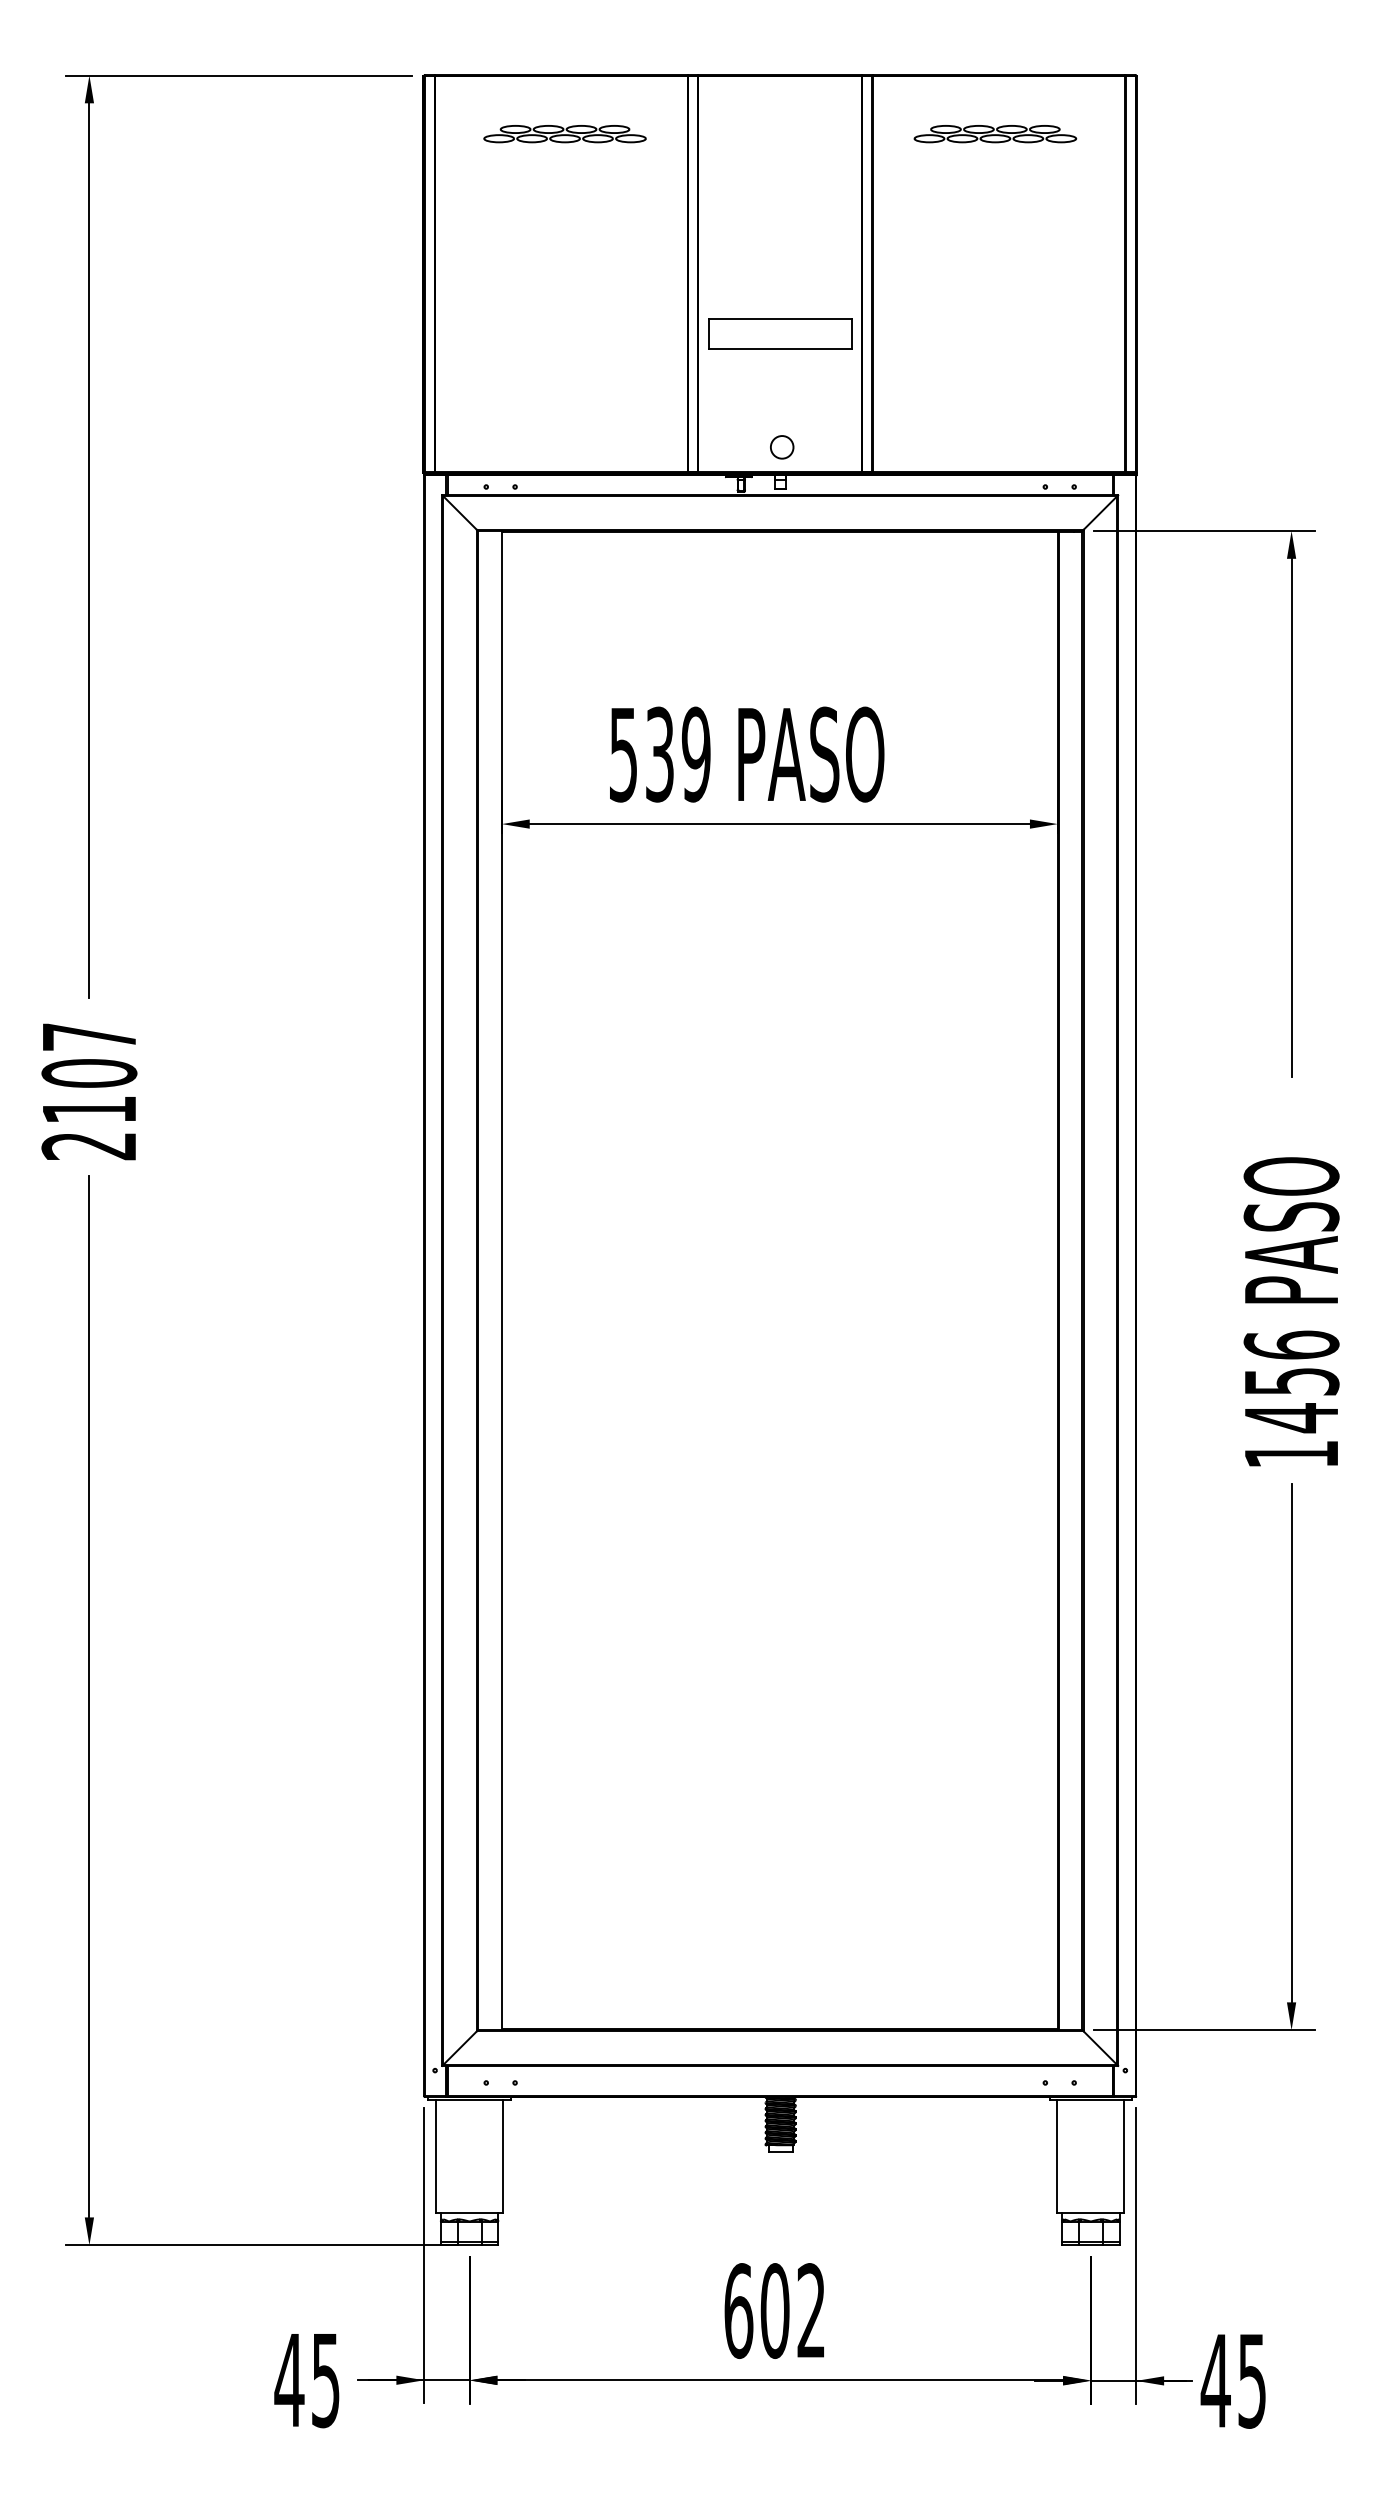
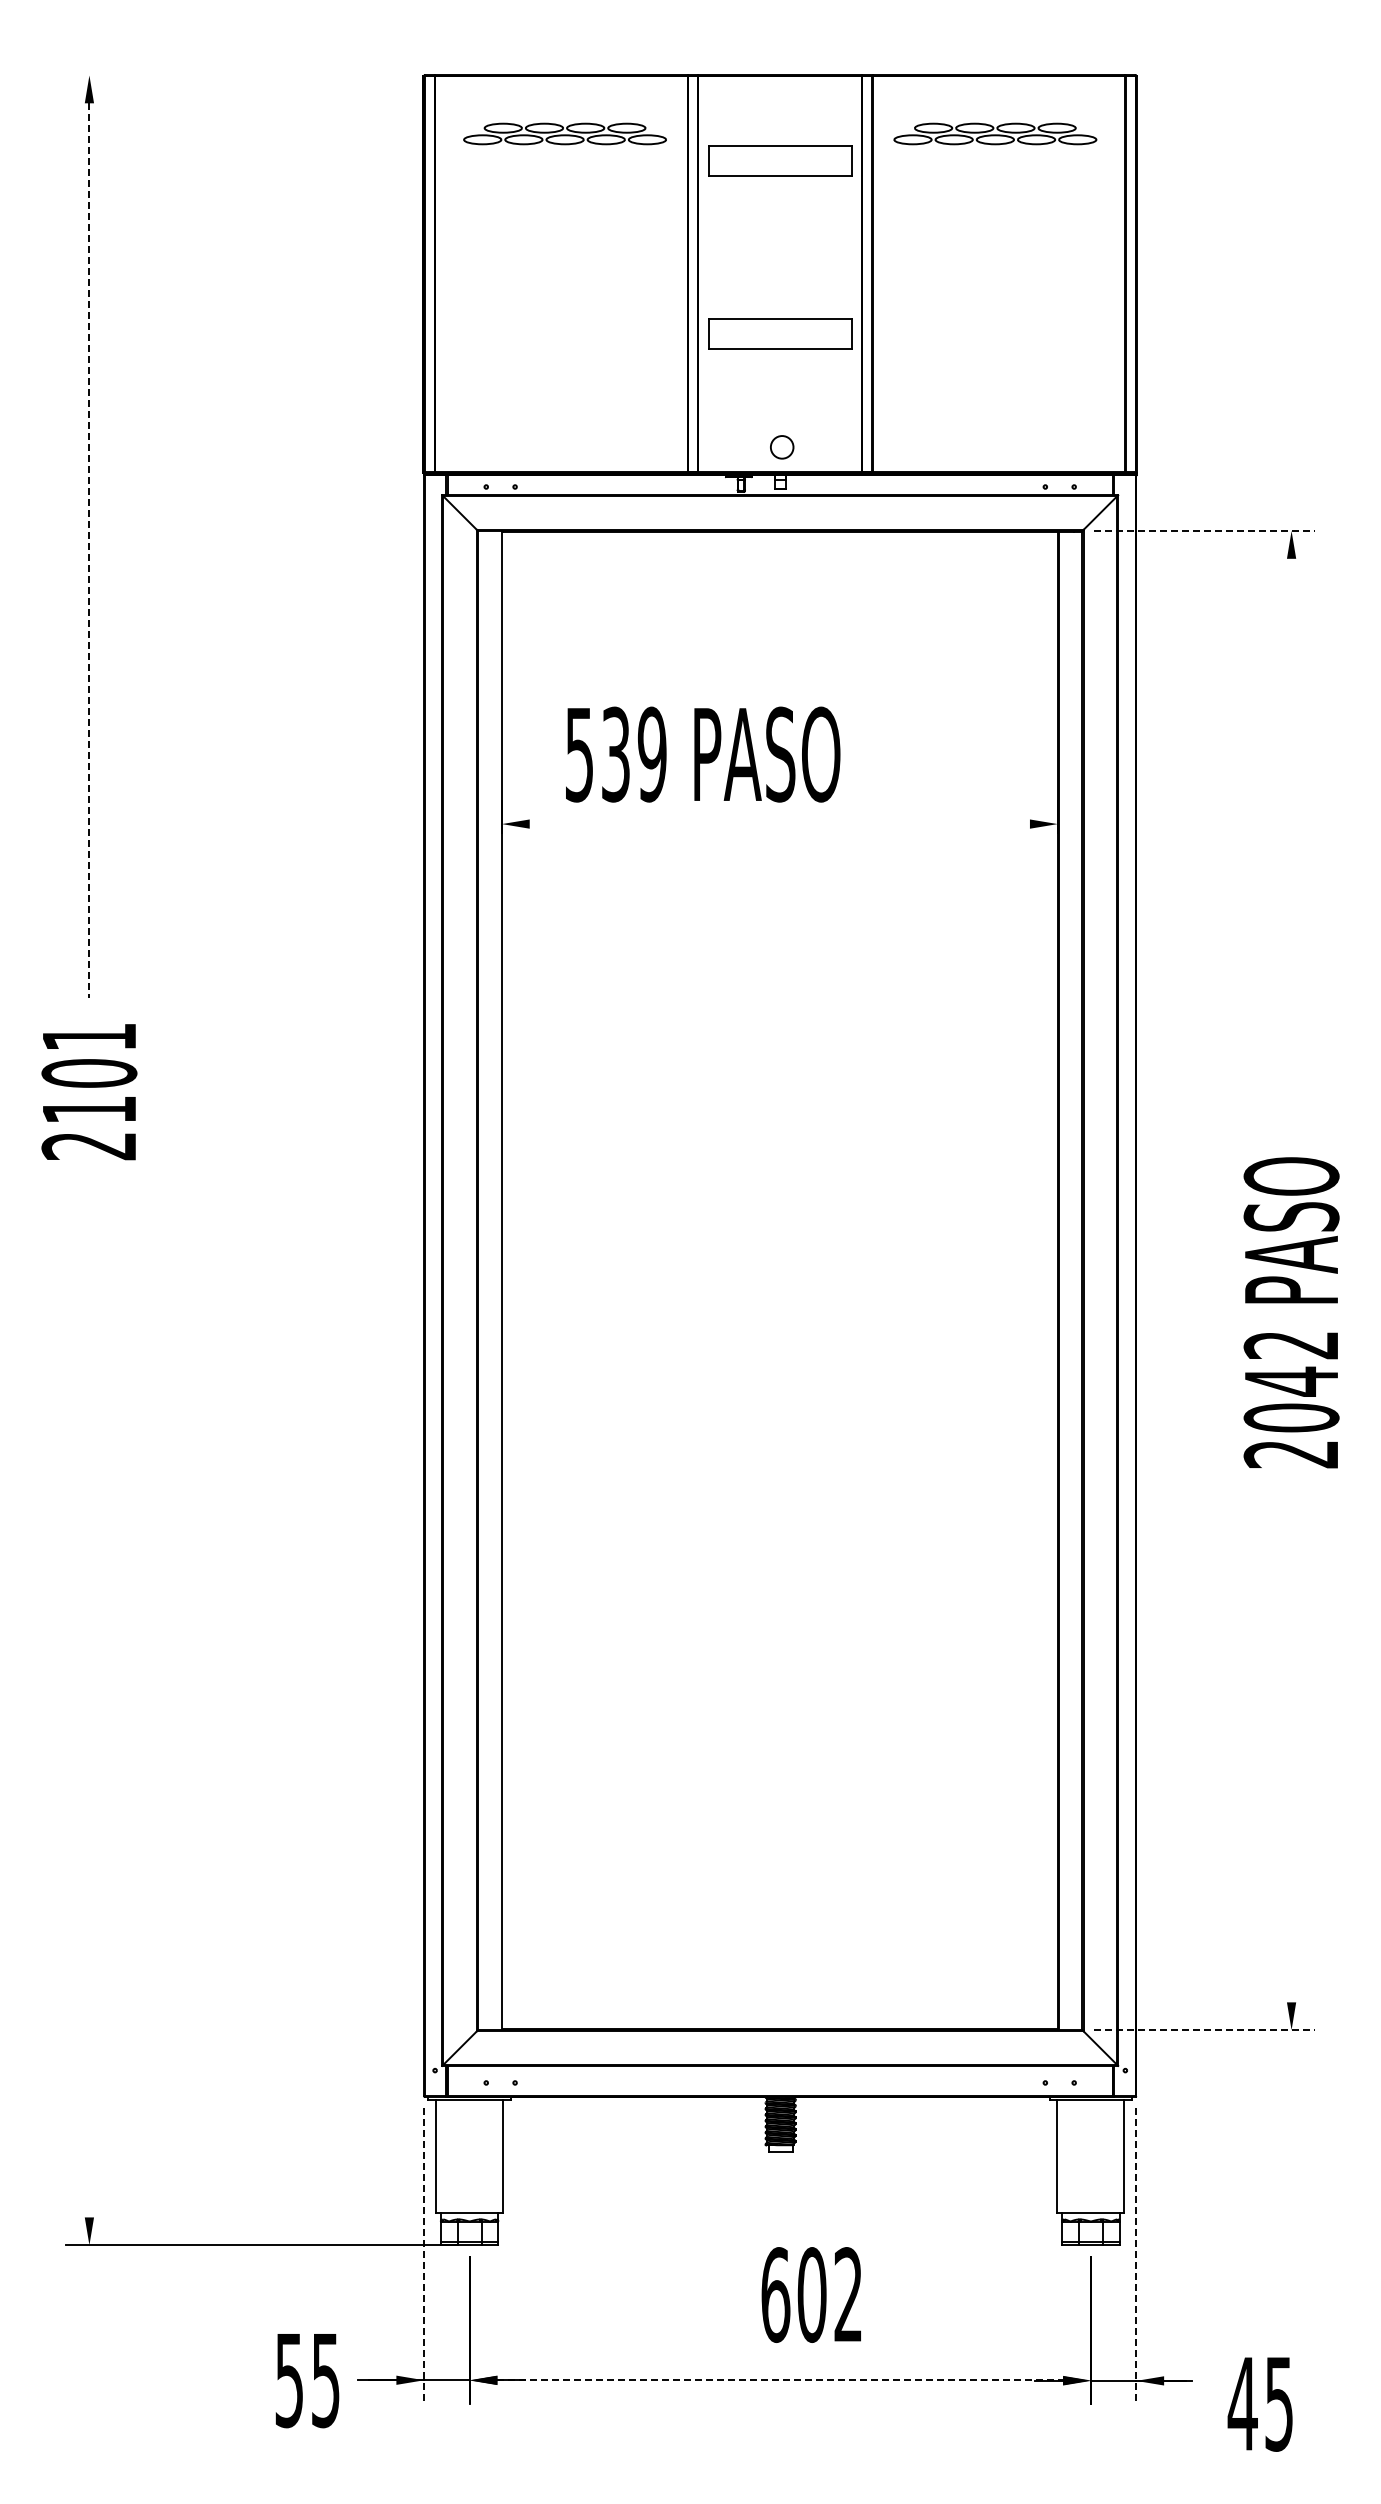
line at (238, 75): present -> none
part at (564, 134) size: 164x19 px -> 204x24 px
part at (995, 134) size: 165x19 px -> 205x24 px
part at (780, 160): none -> present
line at (1204, 531): solid -> dashed
line at (89, 550): solid -> dashed
text at (747, 754) position: (747, 754) -> (703, 754)
line at (1291, 817): present -> none
line at (779, 824): present -> none
text at (89, 1036): 2107 -> 2101
text at (1291, 1399): 1456 -> 2042
line at (89, 1696): present -> none
line at (1291, 1743): present -> none
line at (1204, 2030): solid -> dashed
line at (424, 2255): solid -> dashed
line at (1136, 2256): solid -> dashed
text at (773, 2310) position: (773, 2310) -> (810, 2294)
line at (780, 2380): solid -> dashed
text at (289, 2381): 45 -> 55
text at (1232, 2381) position: (1232, 2381) -> (1259, 2404)
